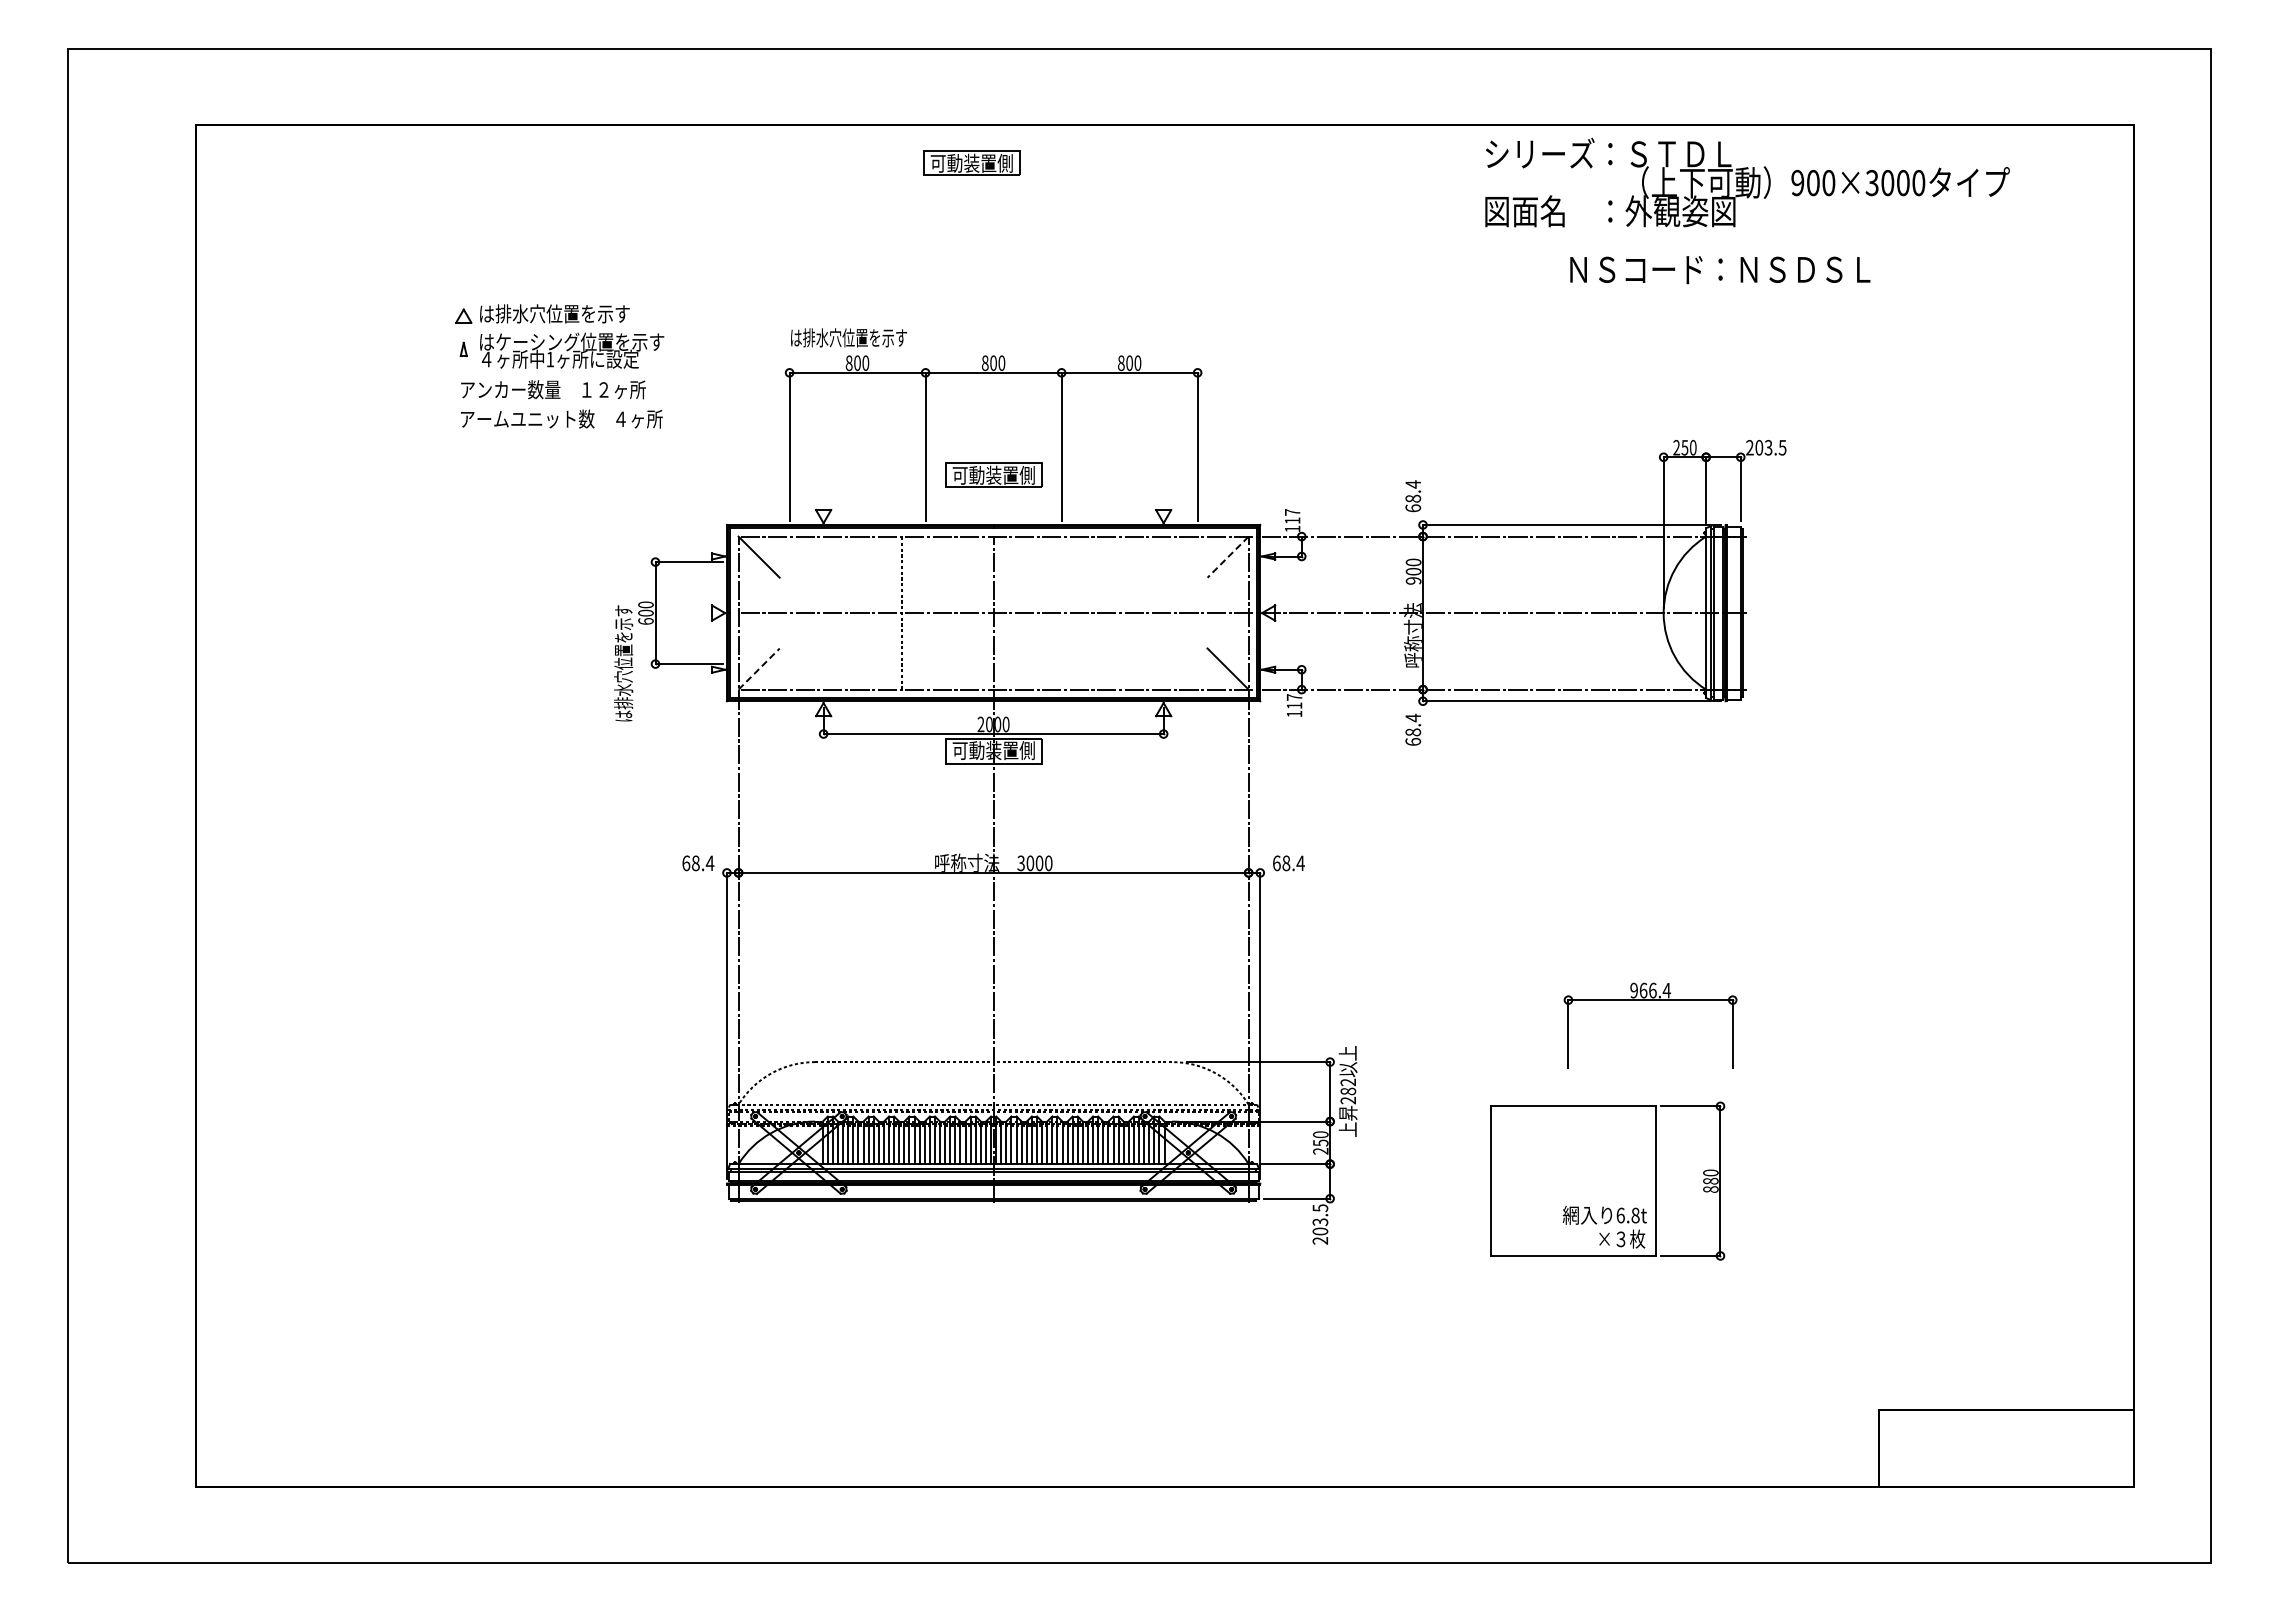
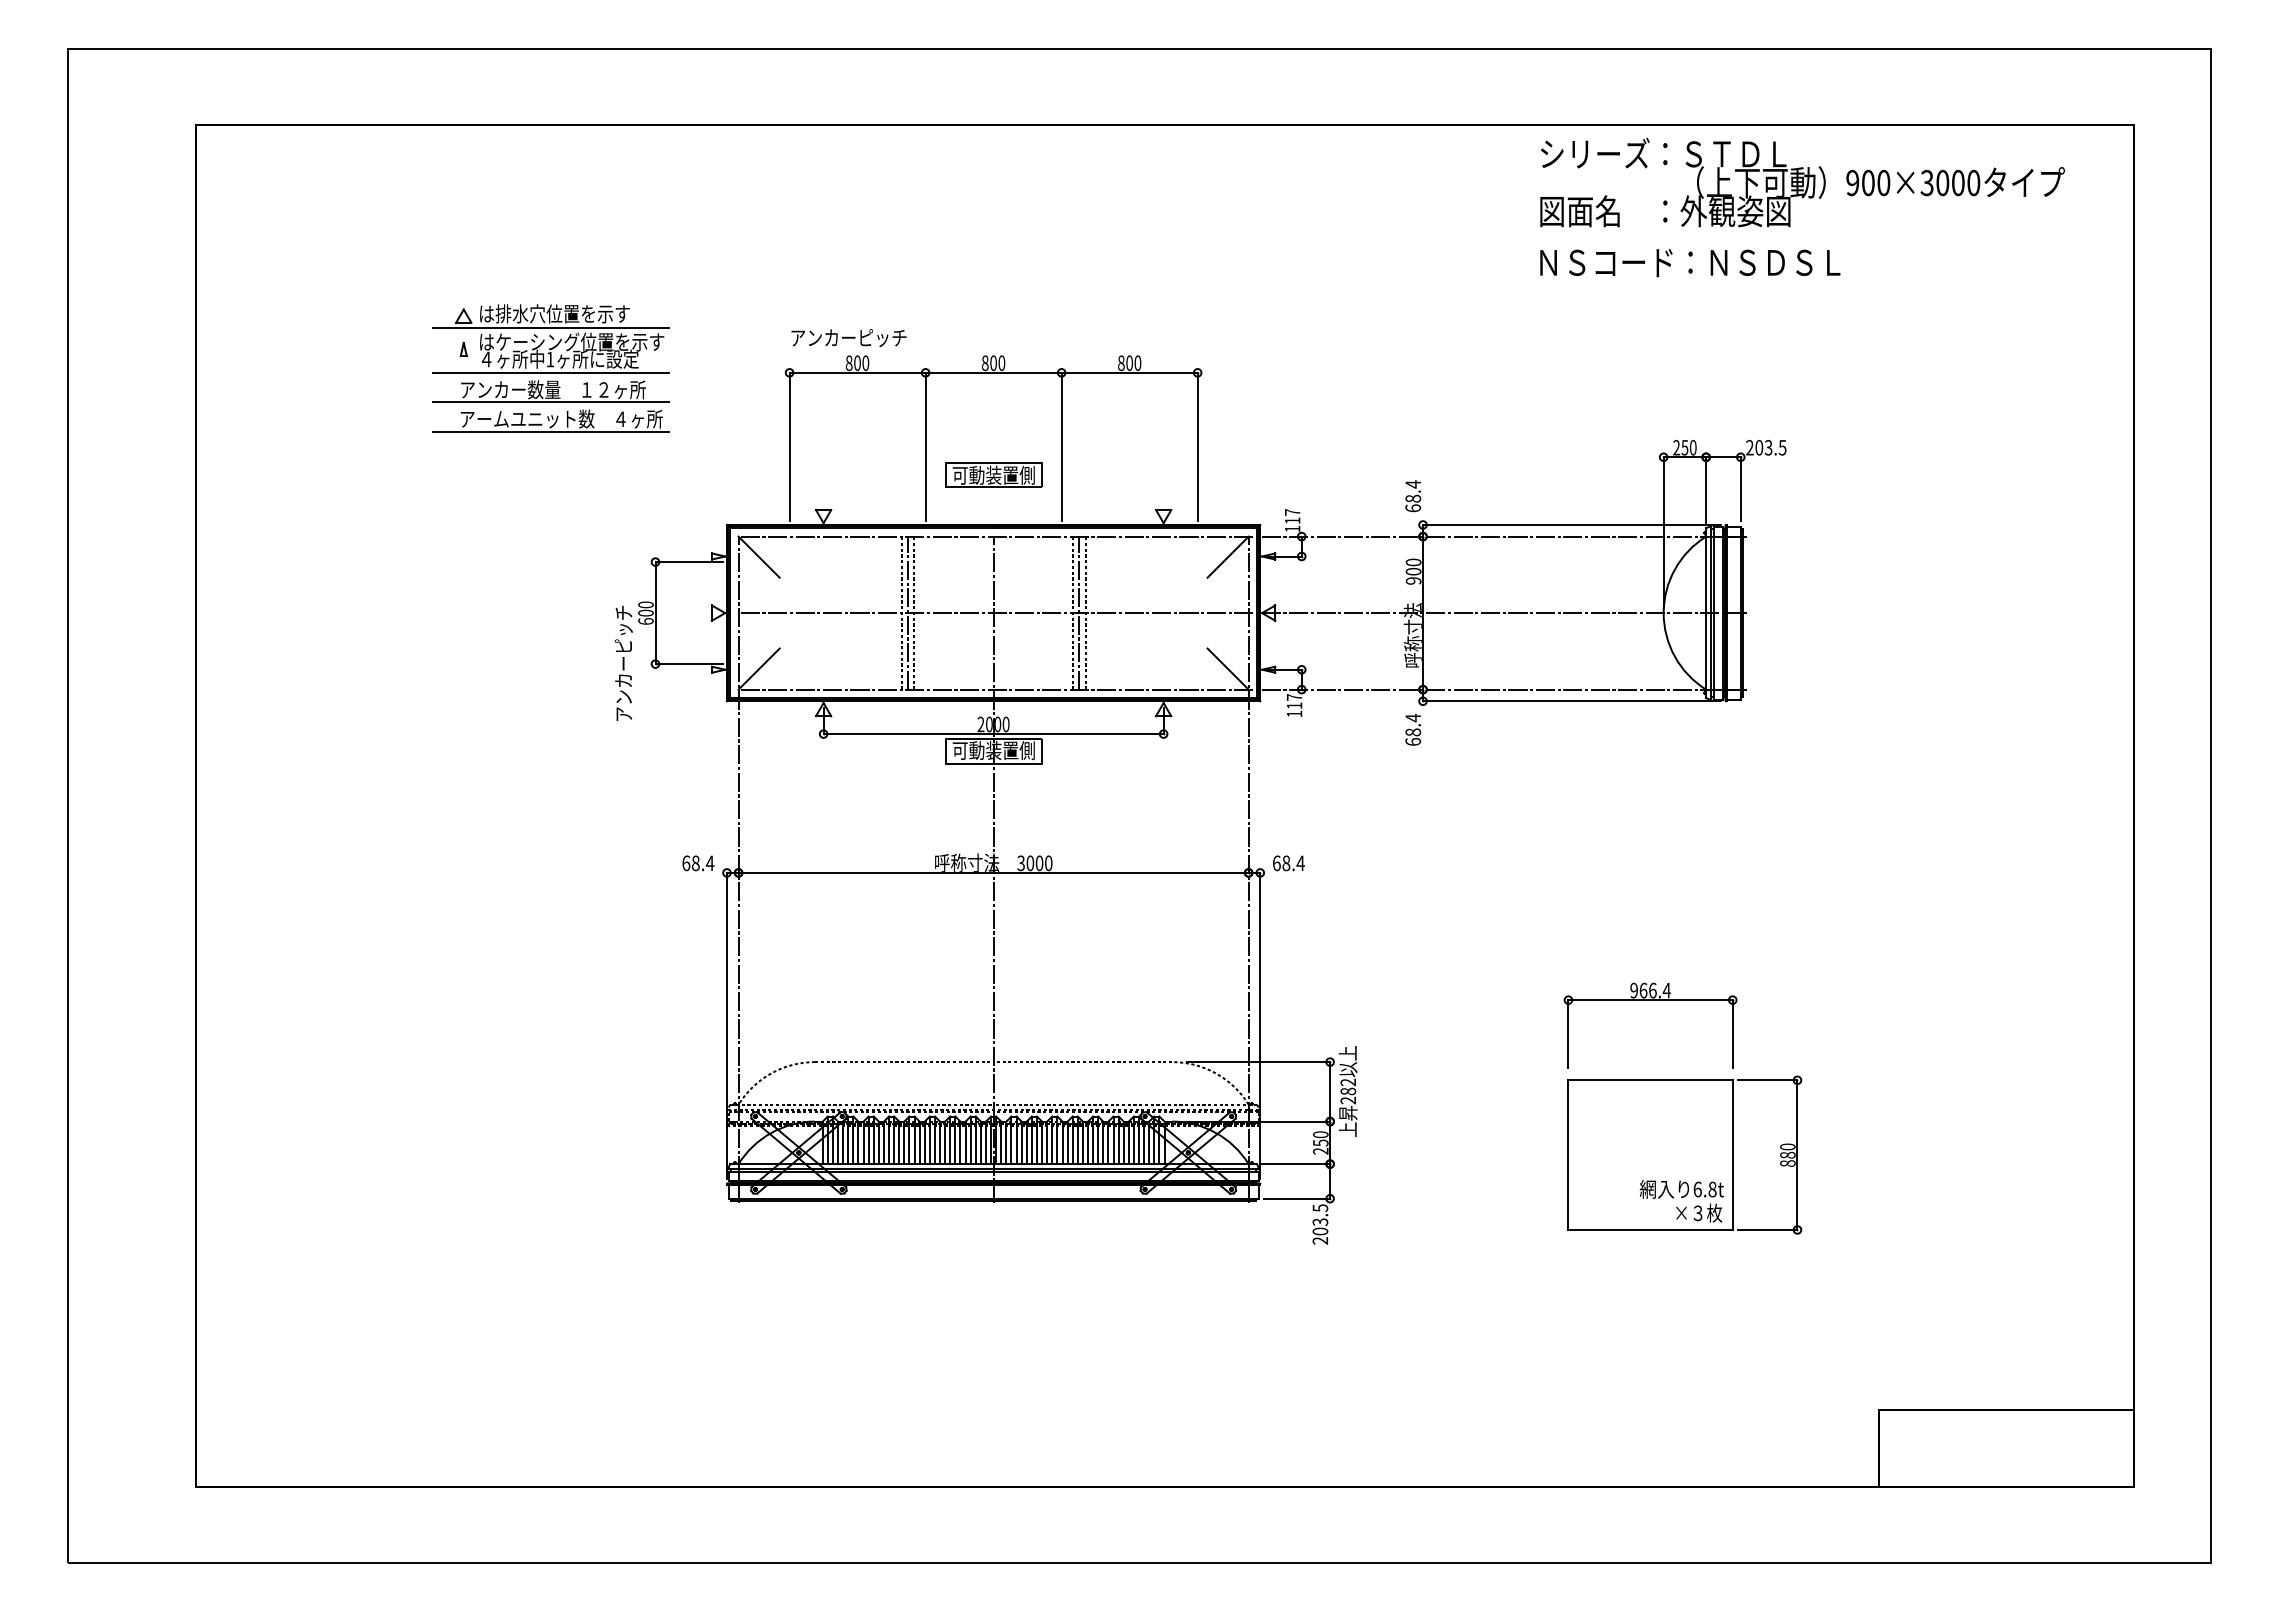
part at (971, 162): present -> none
text at (1747, 182) position: (1747, 182) -> (1802, 182)
text at (1720, 270) position: (1720, 270) -> (1690, 263)
line at (550, 327): none -> present
text at (849, 337): は排水穴位置を示す -> アンカーピッチ
line at (550, 372): none -> present
line at (550, 402): none -> present
line at (550, 431): none -> present
line at (1227, 557): dashed -> solid
line at (908, 612): none -> present
line at (914, 612): none -> present
line at (1072, 612): none -> present
line at (1079, 612): none -> present
line at (1085, 612): none -> present
text at (623, 663): は排水穴位置を示す -> アンカーピッチ
line at (759, 668): dashed -> solid
part at (1607, 1180) position: (1607, 1180) -> (1684, 1154)
